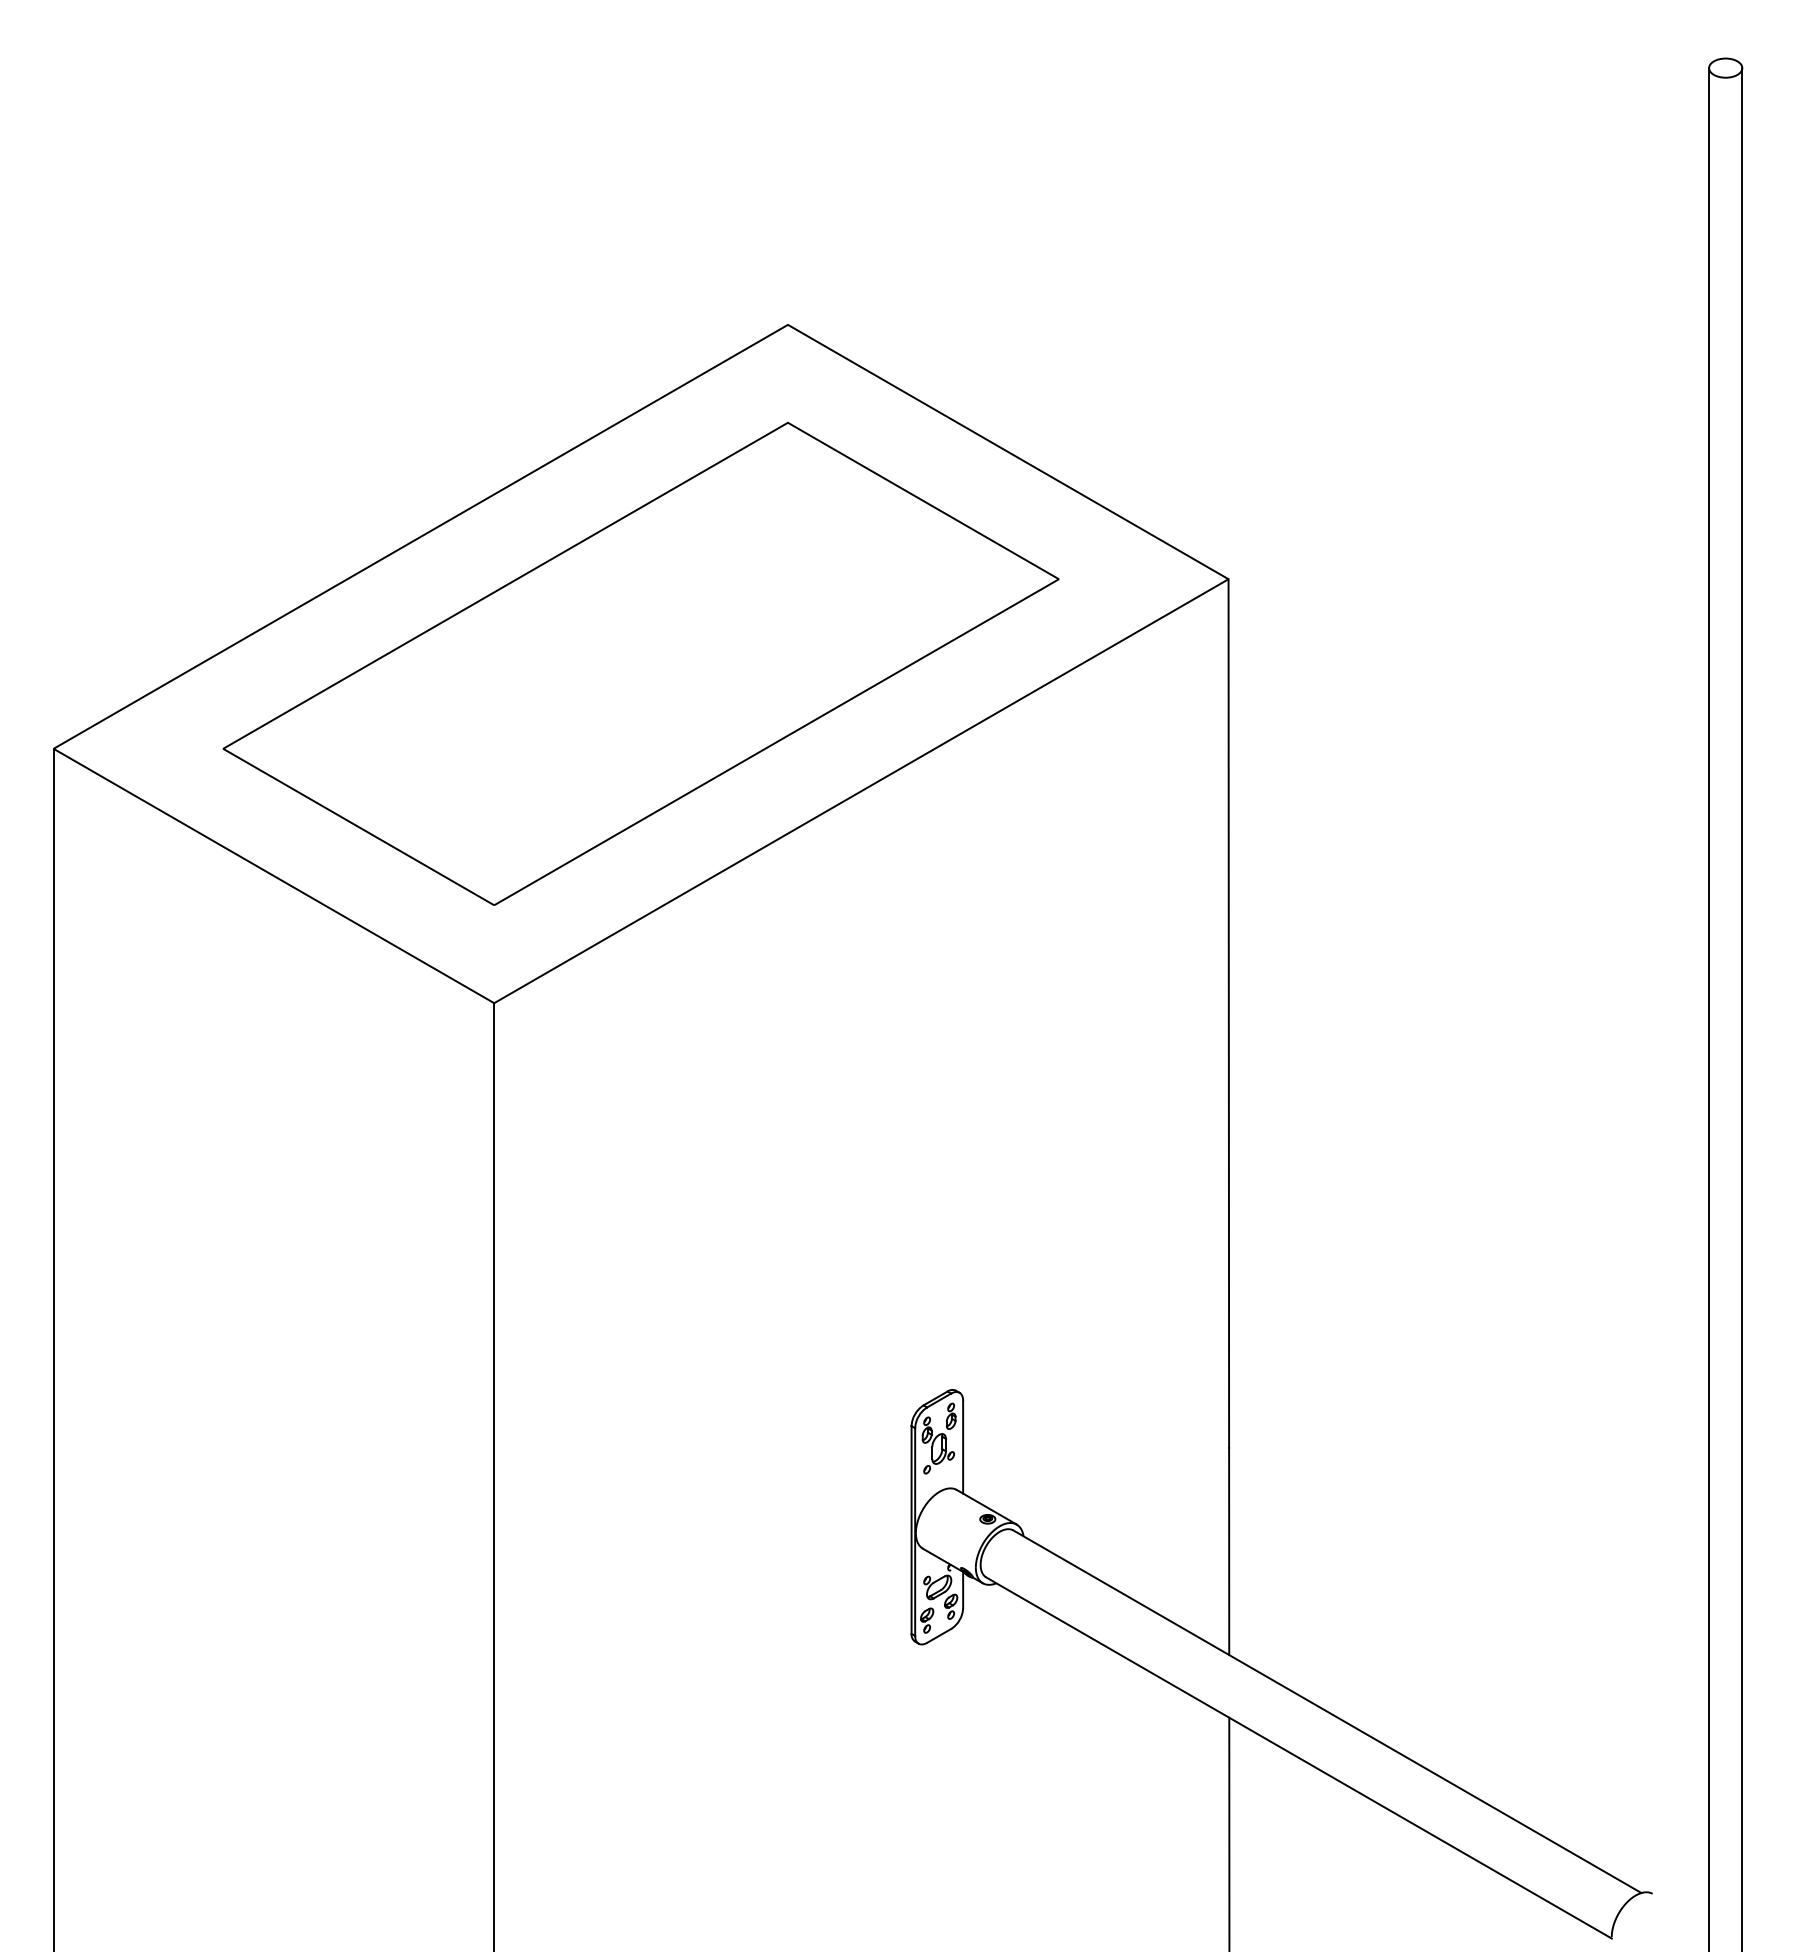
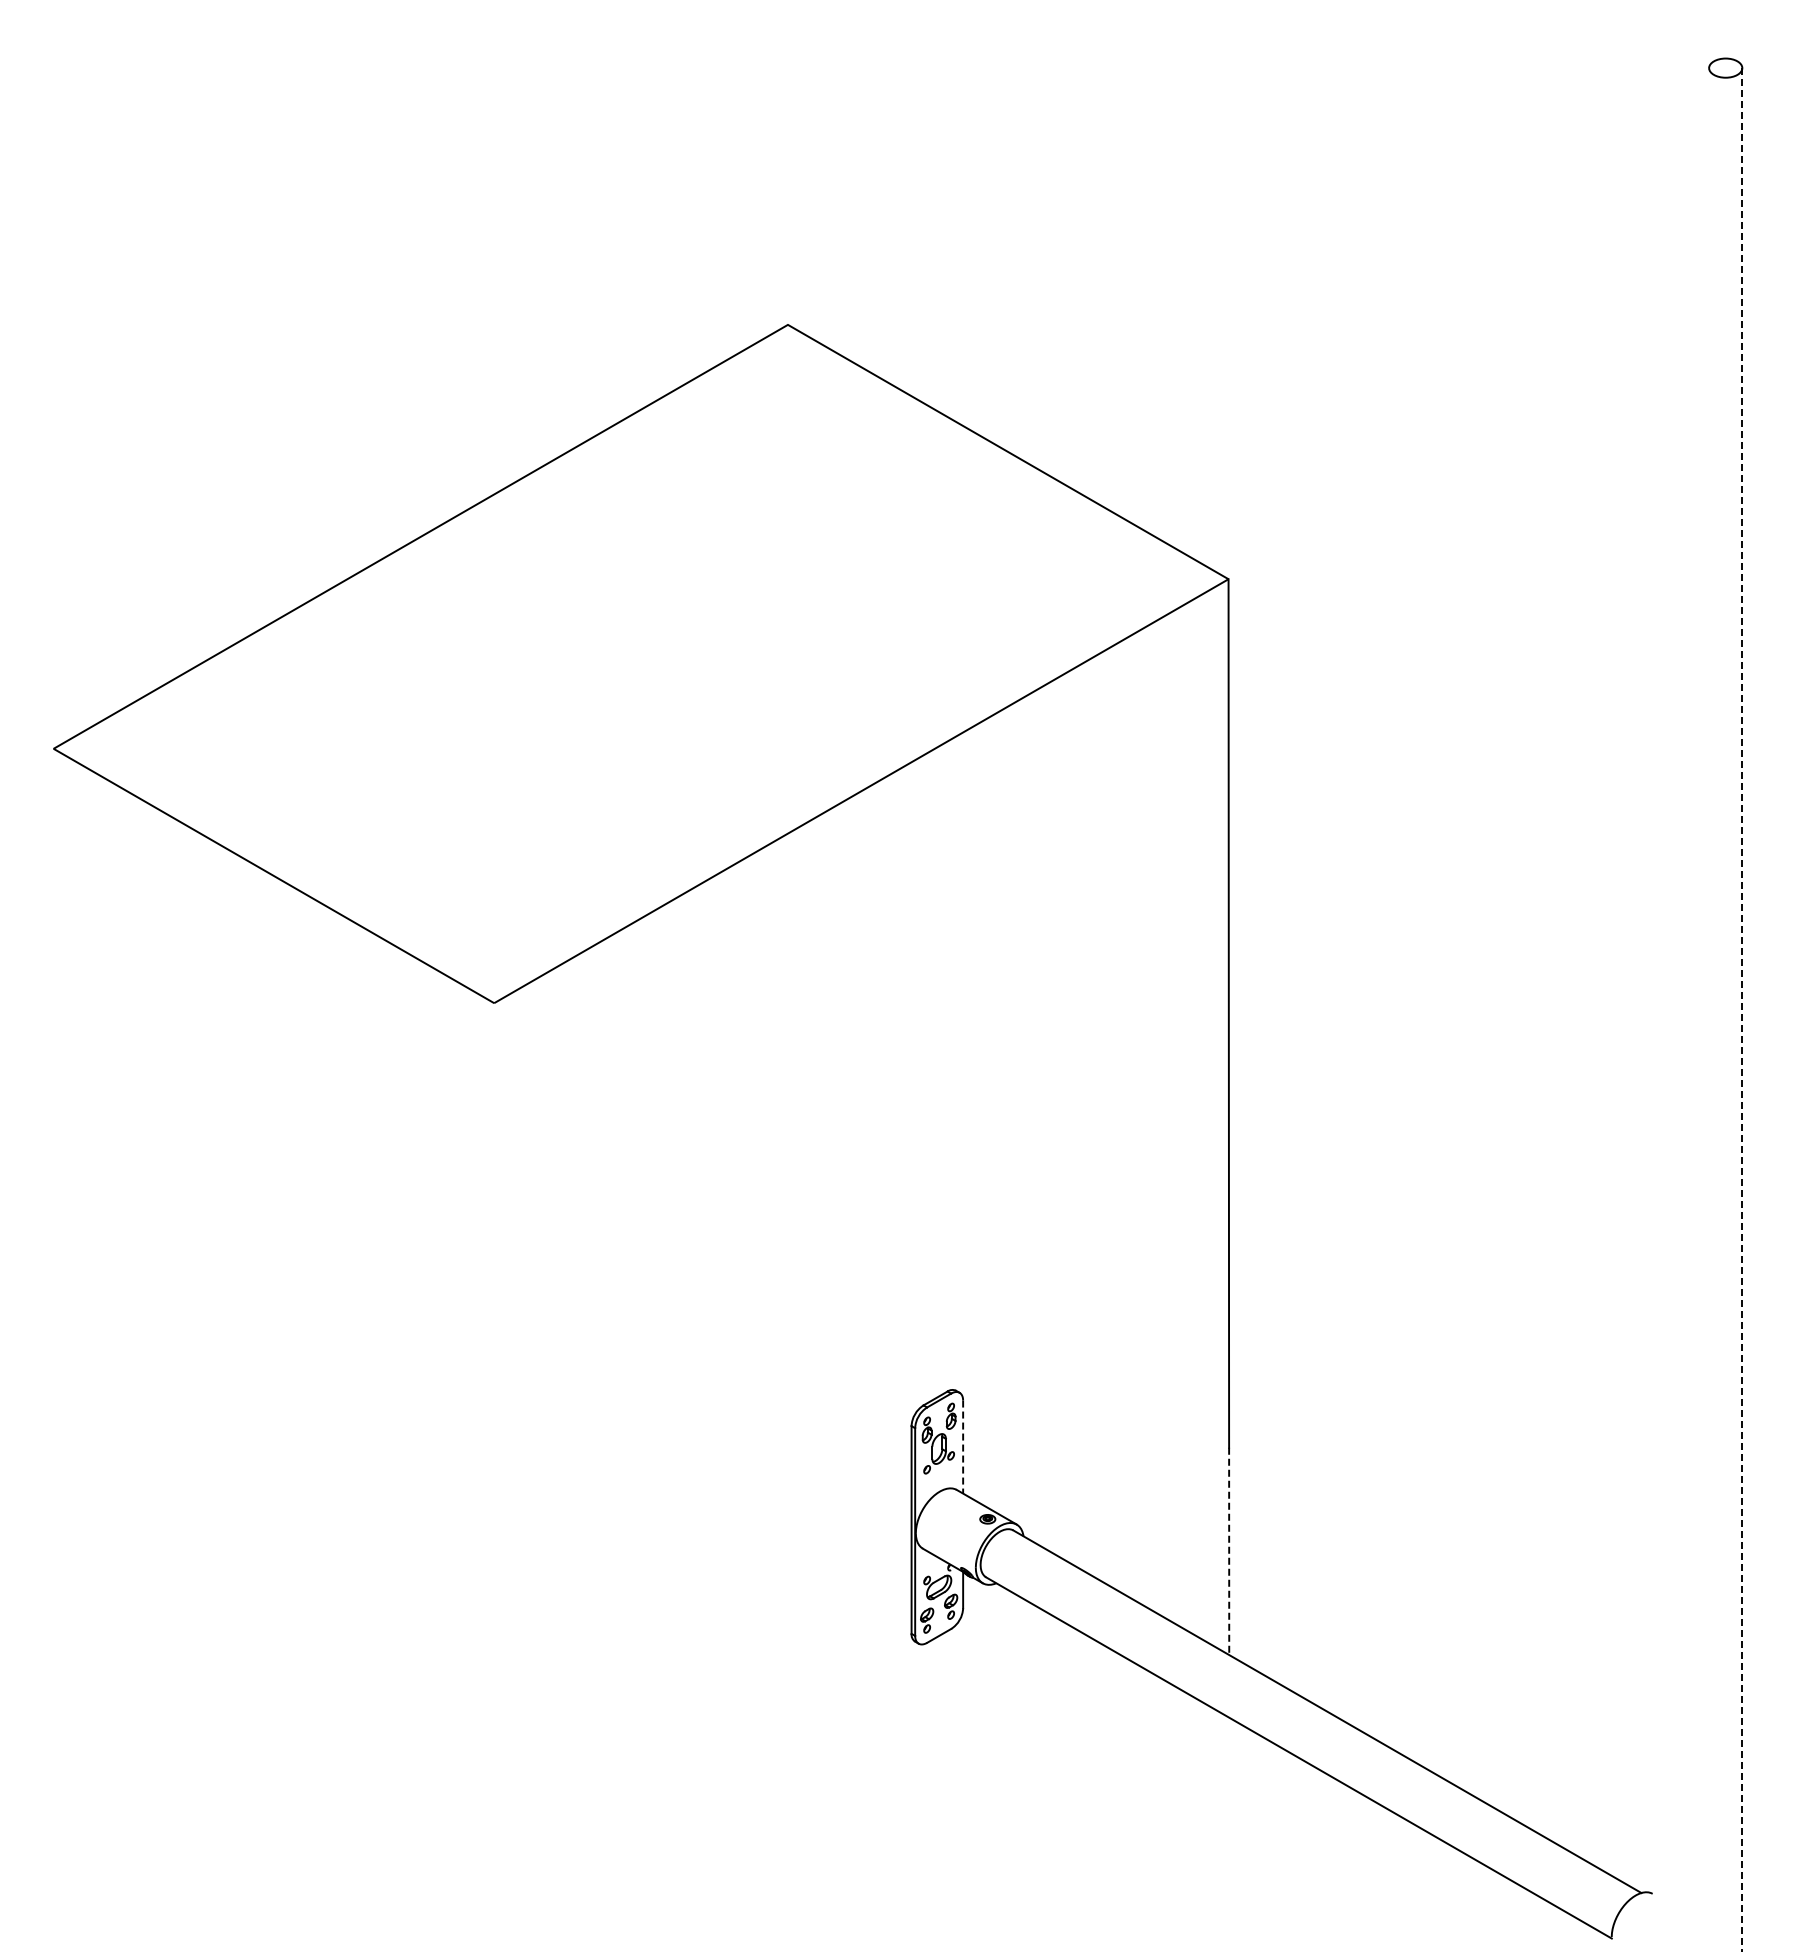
part at (640, 663): present -> none
line at (1709, 1008): present -> none
line at (1742, 1009): solid -> dashed
line at (53, 1348): present -> none
line at (963, 1447): solid -> dashed
line at (494, 1475): present -> none
line at (1229, 1551): solid -> dashed
line at (1229, 1832): present -> none
